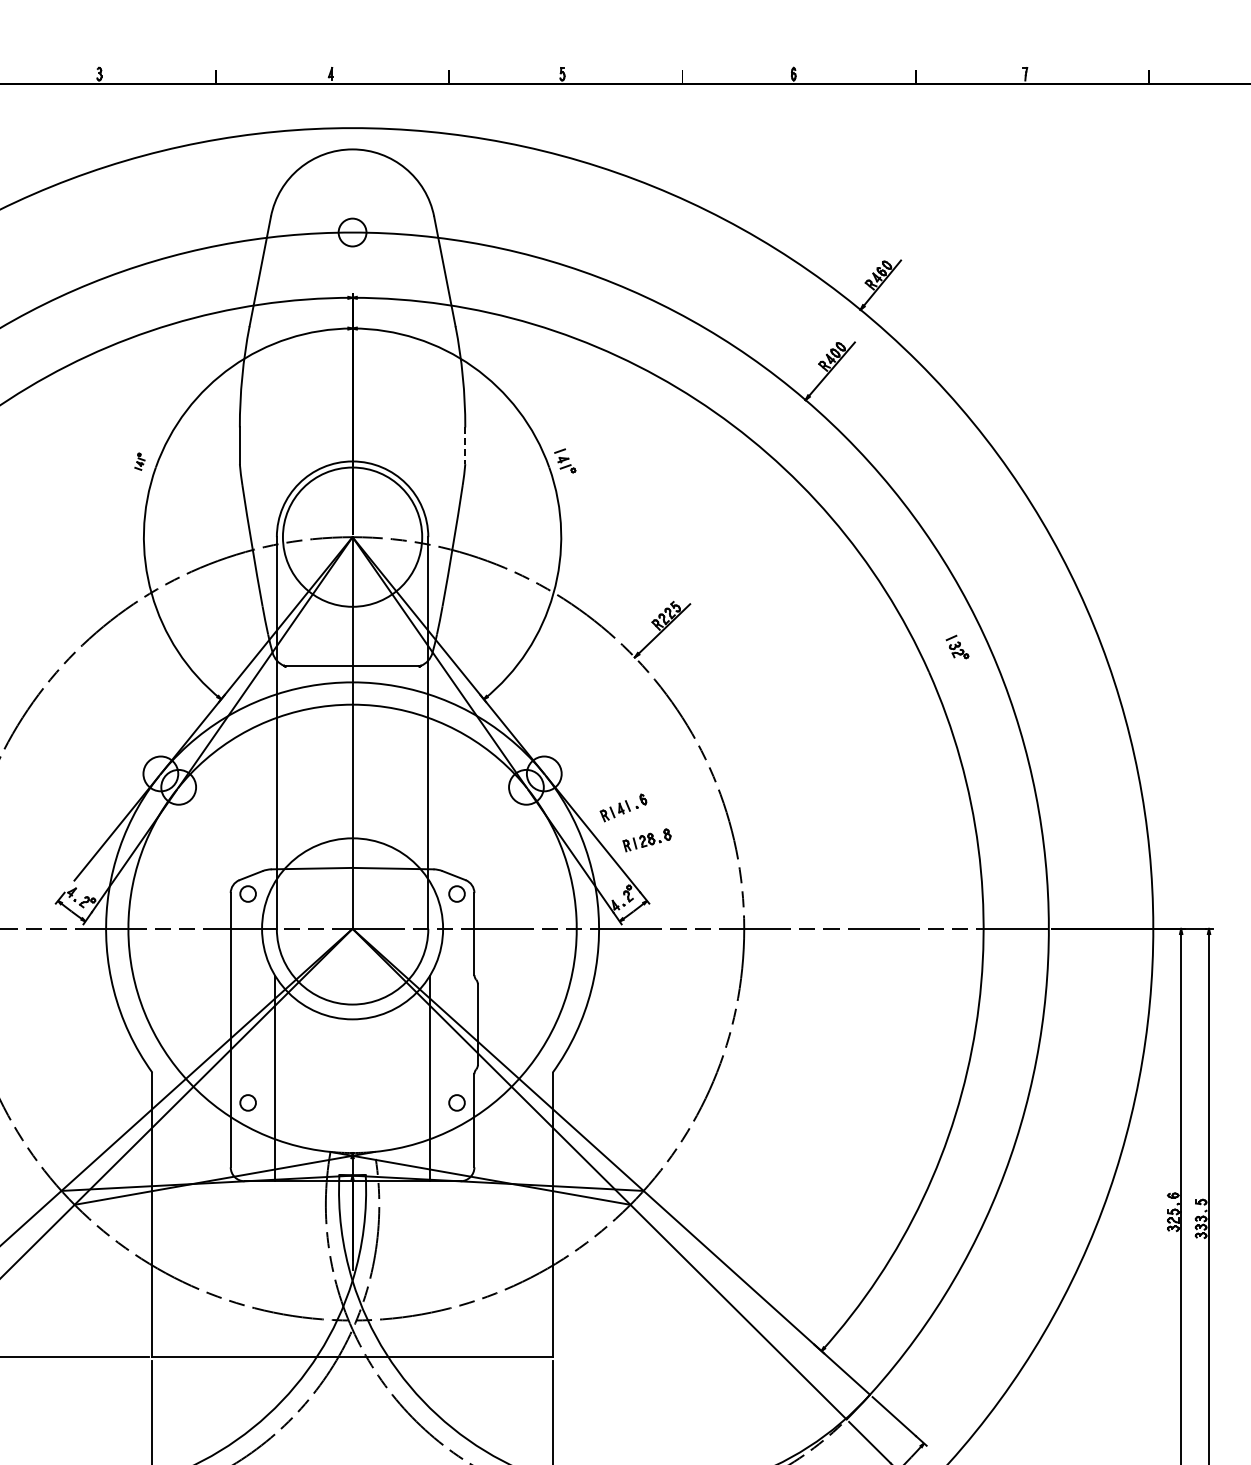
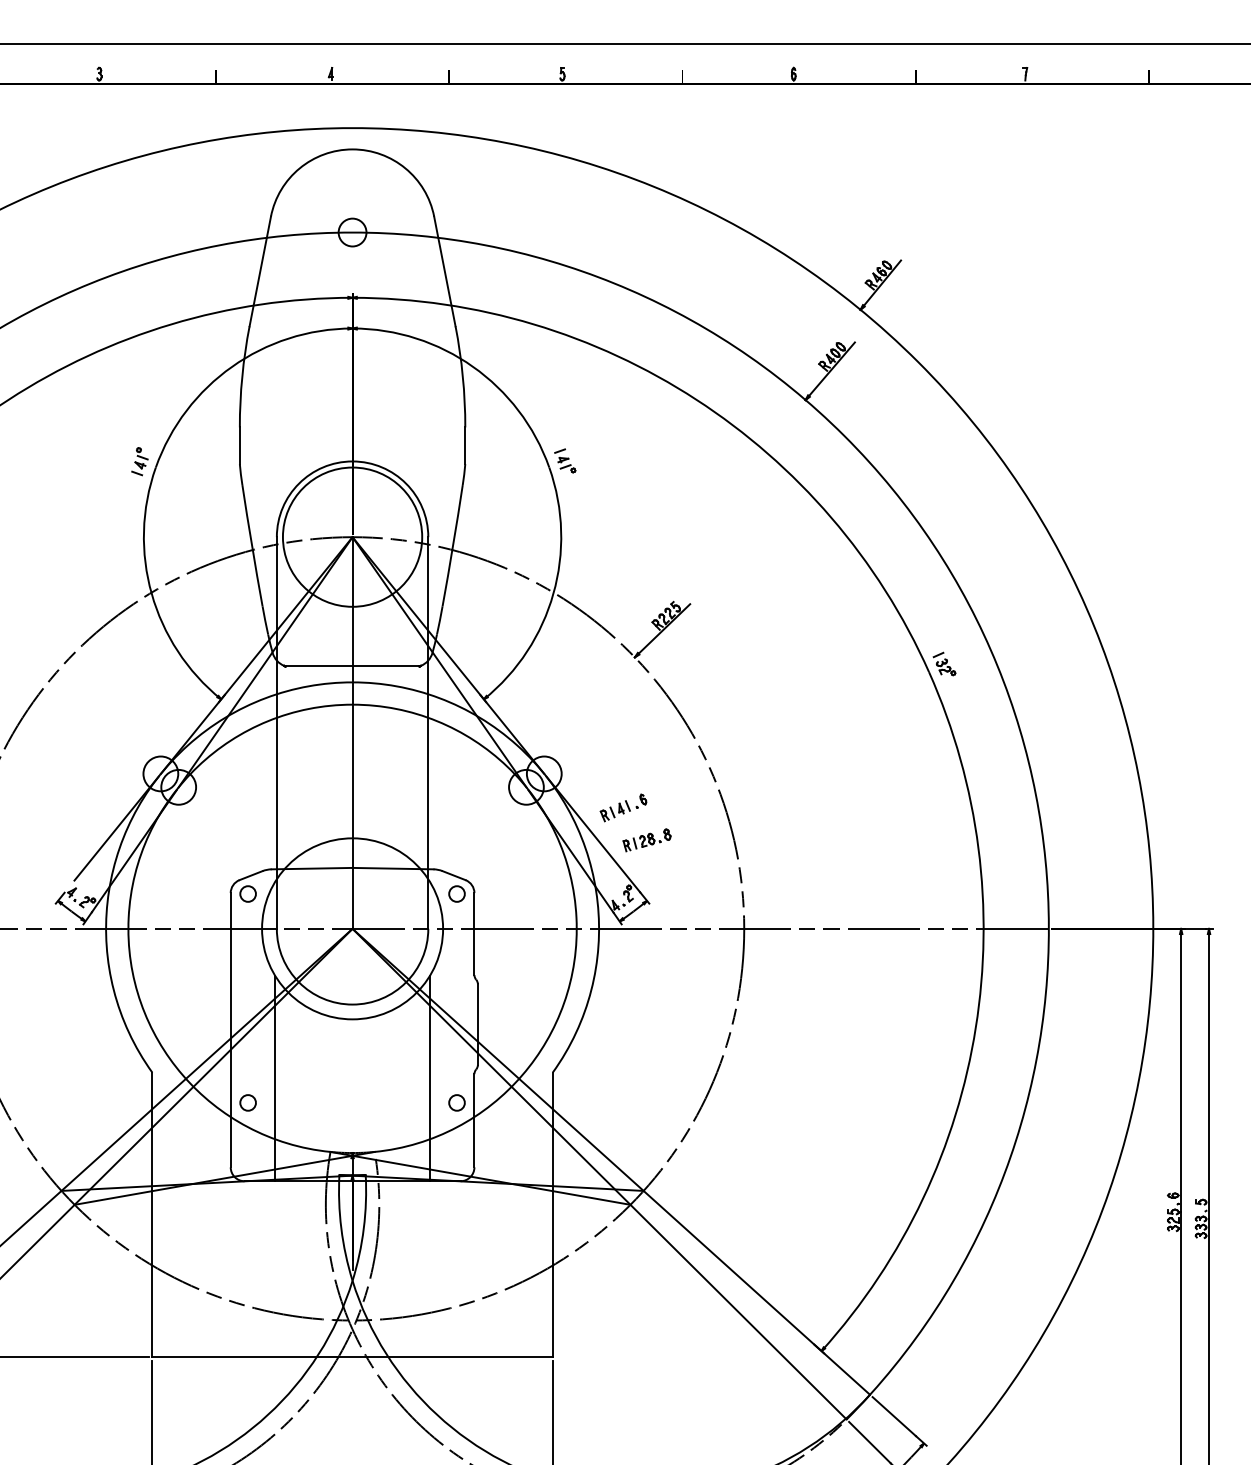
line at (624, 43): none -> present
line at (465, 446): dashed -> solid
part at (139, 461) size: 12x19 px -> 18x30 px
part at (957, 646) position: (957, 646) -> (944, 663)
